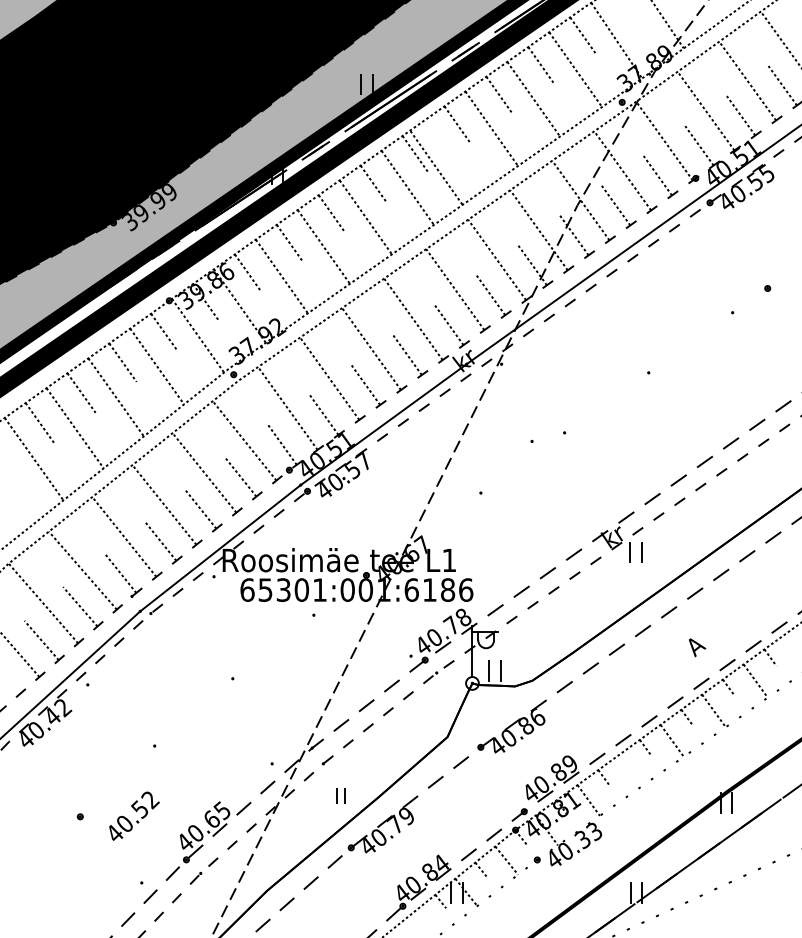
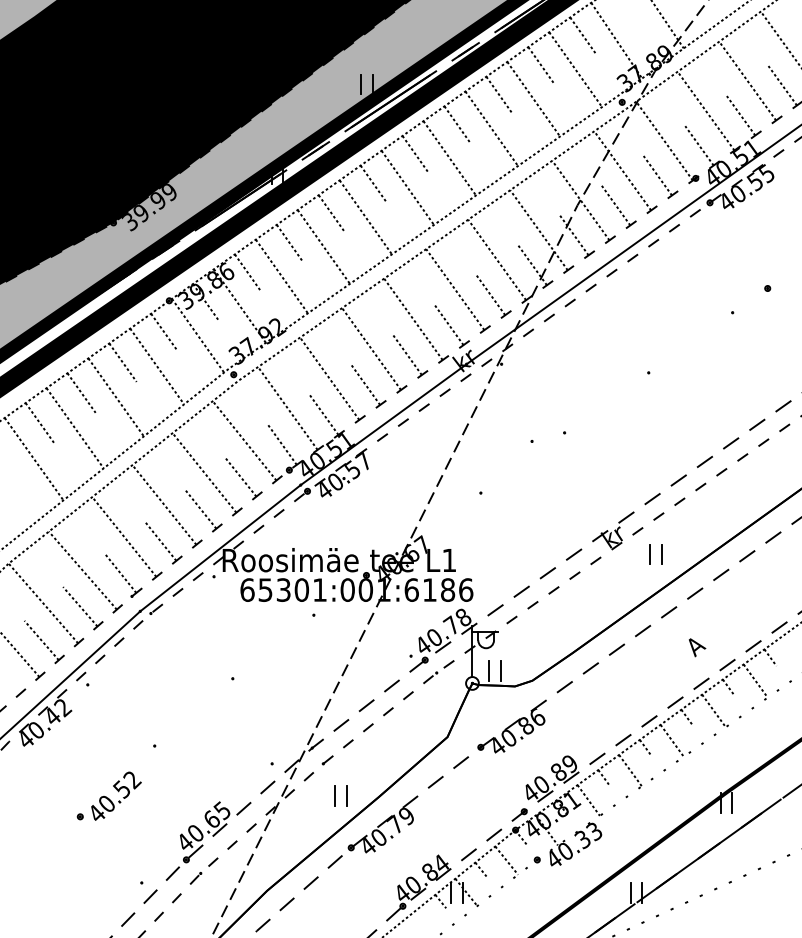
line at (436, 168) position: (436, 168) -> (449, 158)
part at (635, 552) position: (635, 552) -> (655, 554)
line at (630, 770): none -> present
part at (340, 795) size: 10x16 px -> 14x22 px
text at (134, 815) position: (134, 815) -> (116, 795)
